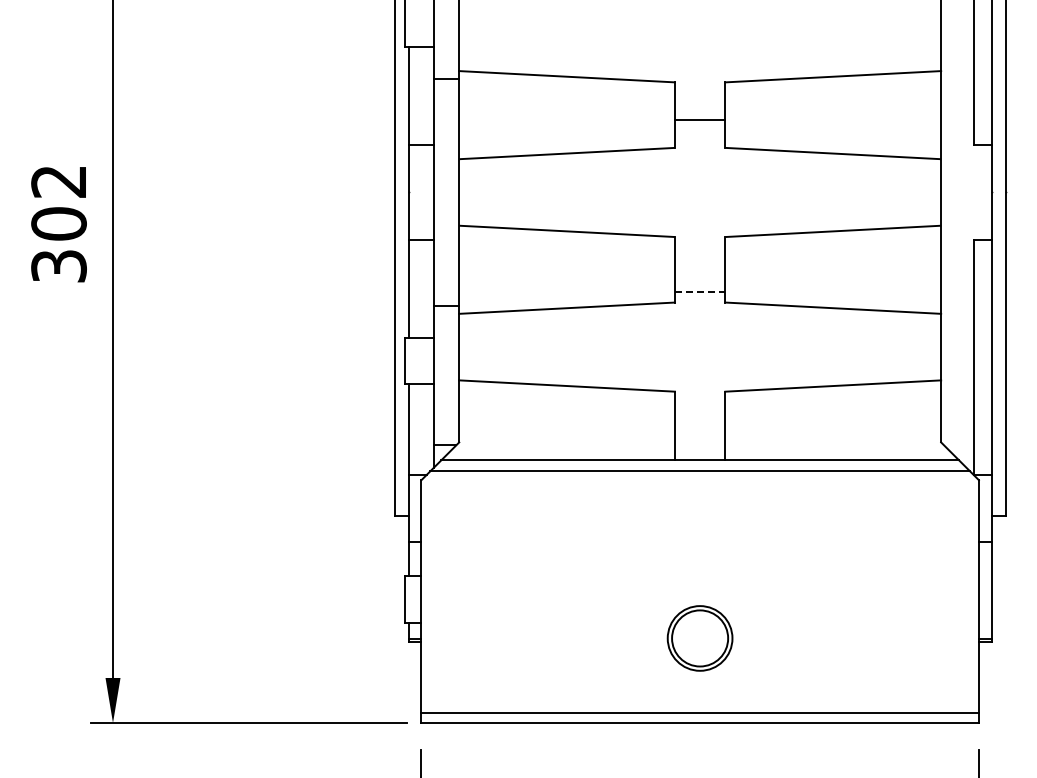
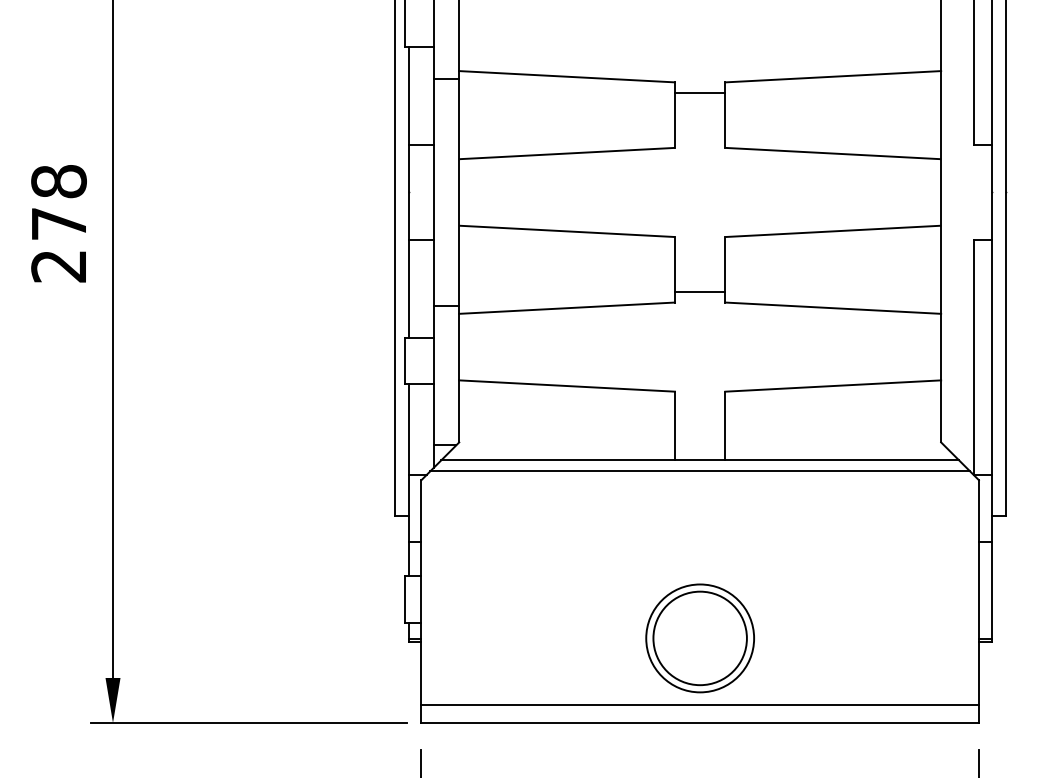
line at (700, 119) position: (700, 119) -> (700, 92)
text at (58, 223): 302 -> 278
line at (700, 292): dashed -> solid
part at (699, 638) size: 68x67 px -> 110x111 px
line at (699, 712) position: (699, 712) -> (699, 704)
